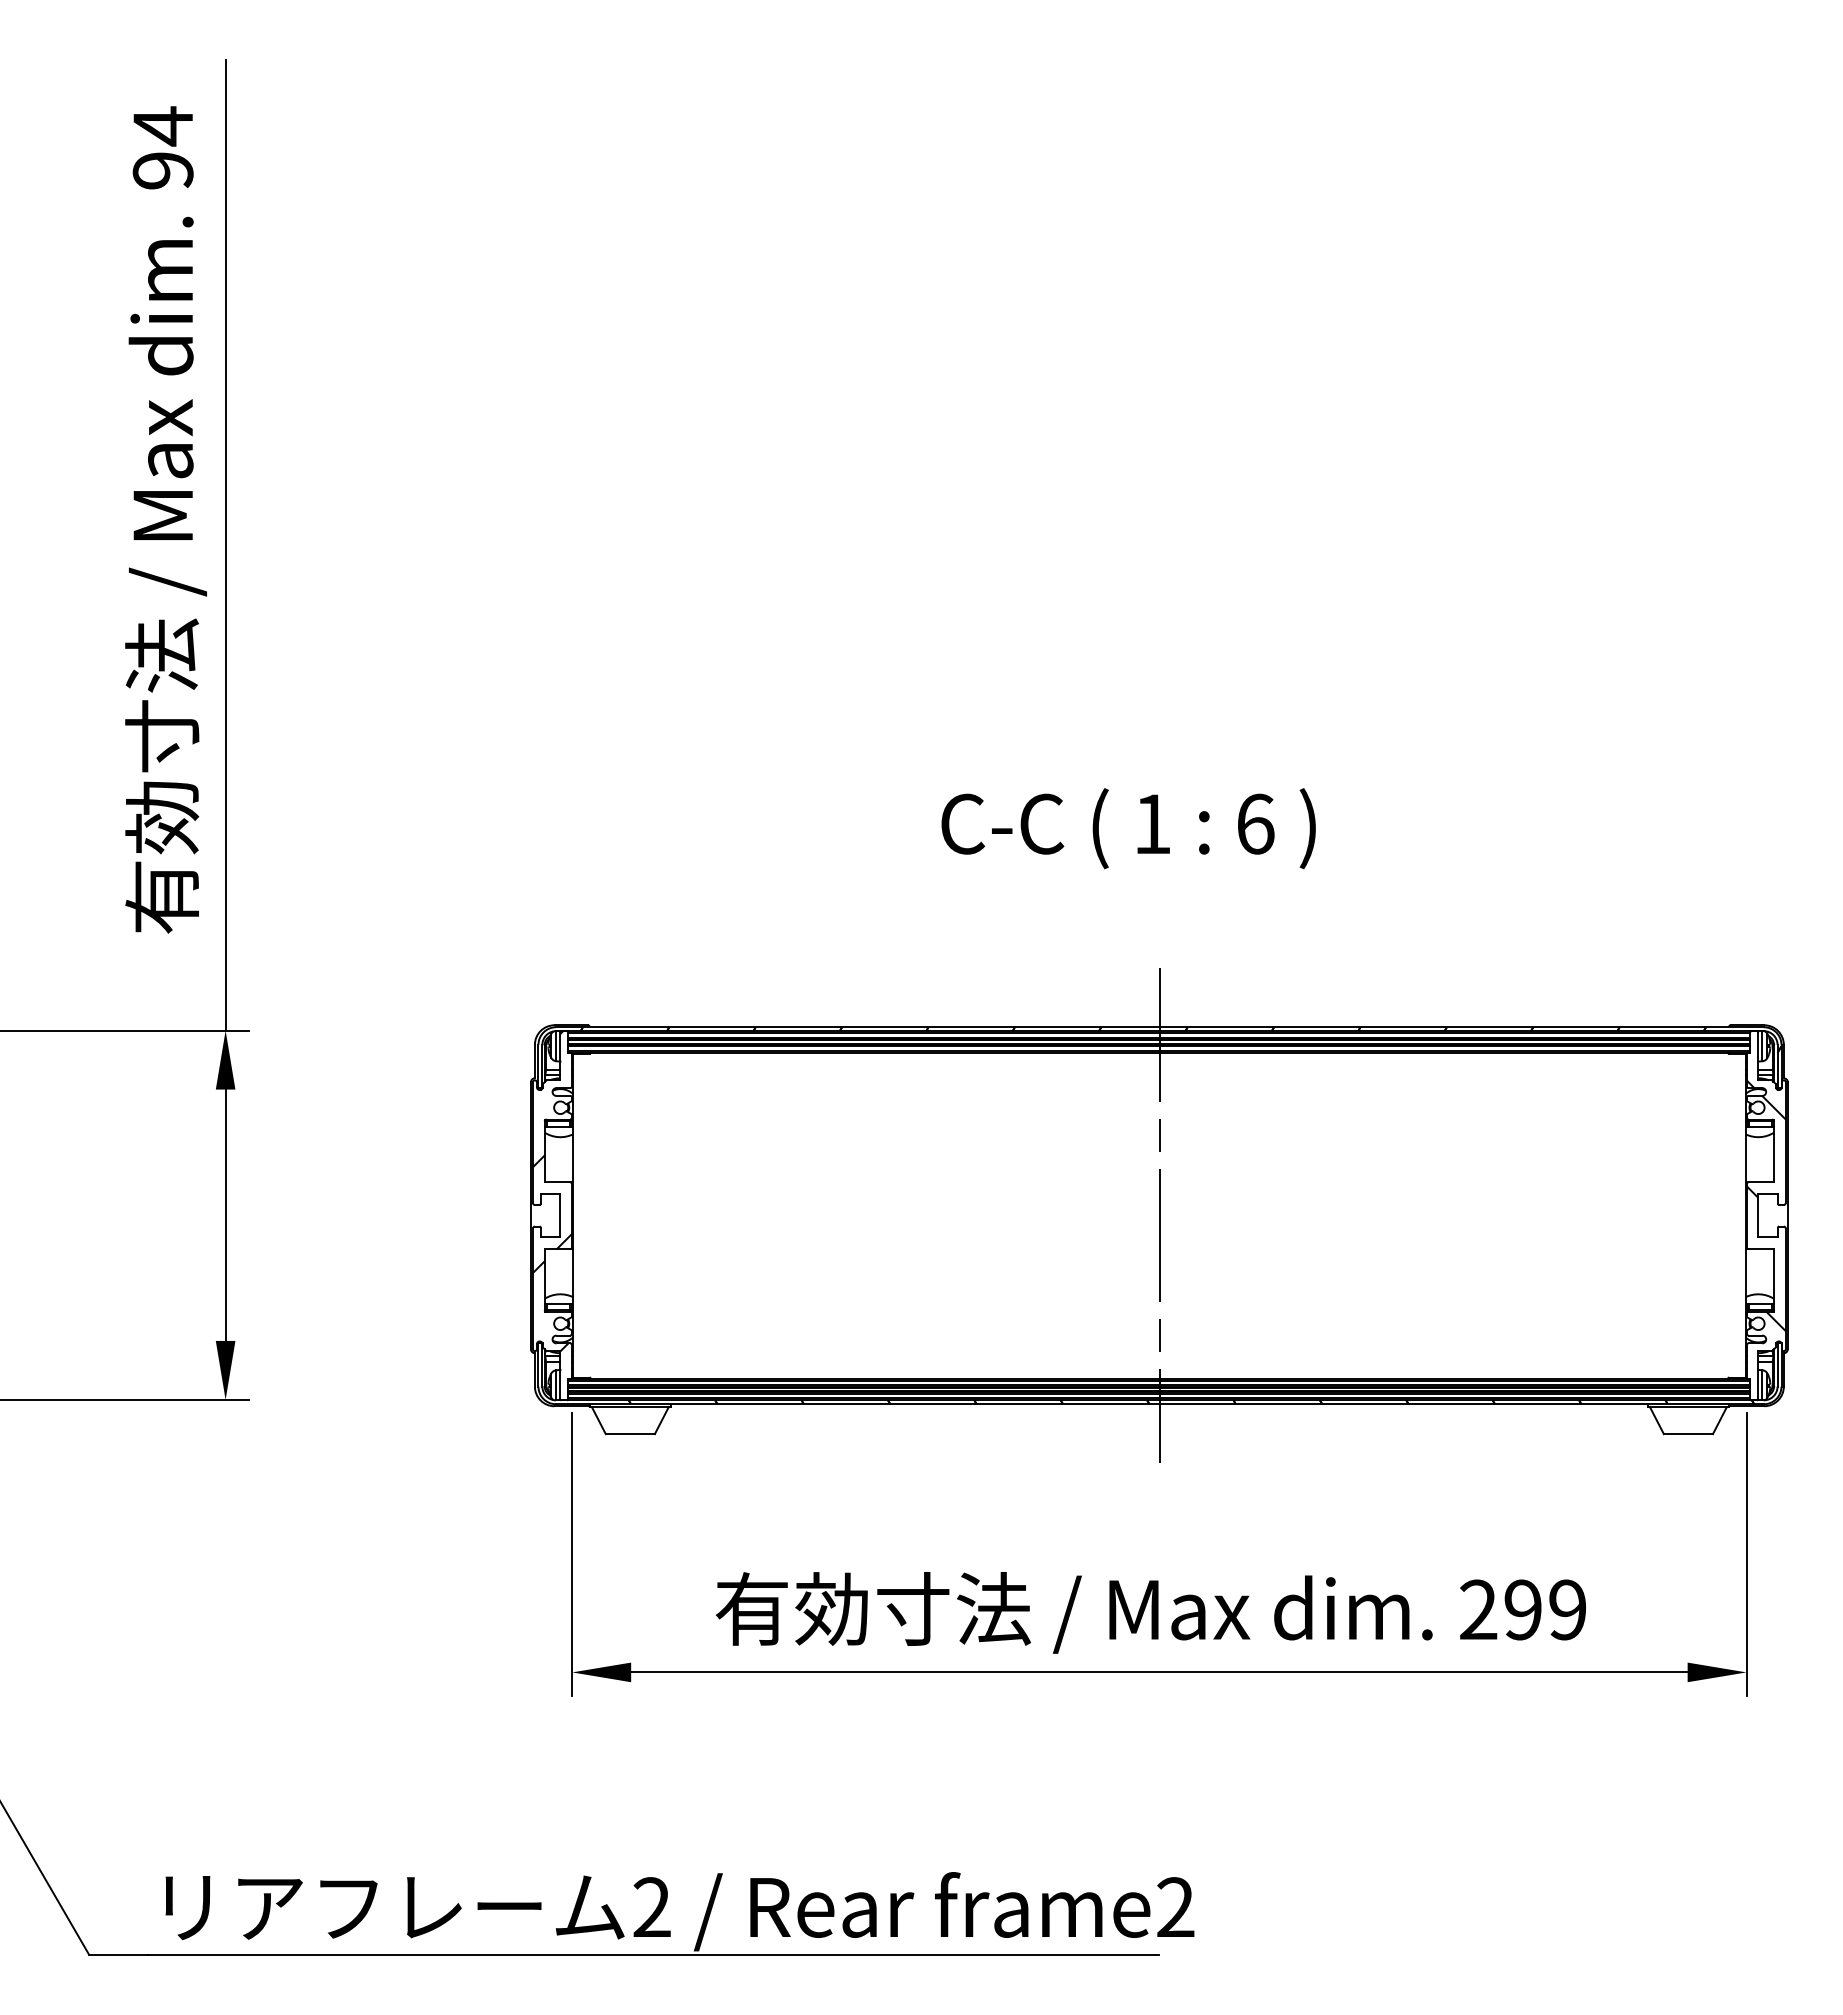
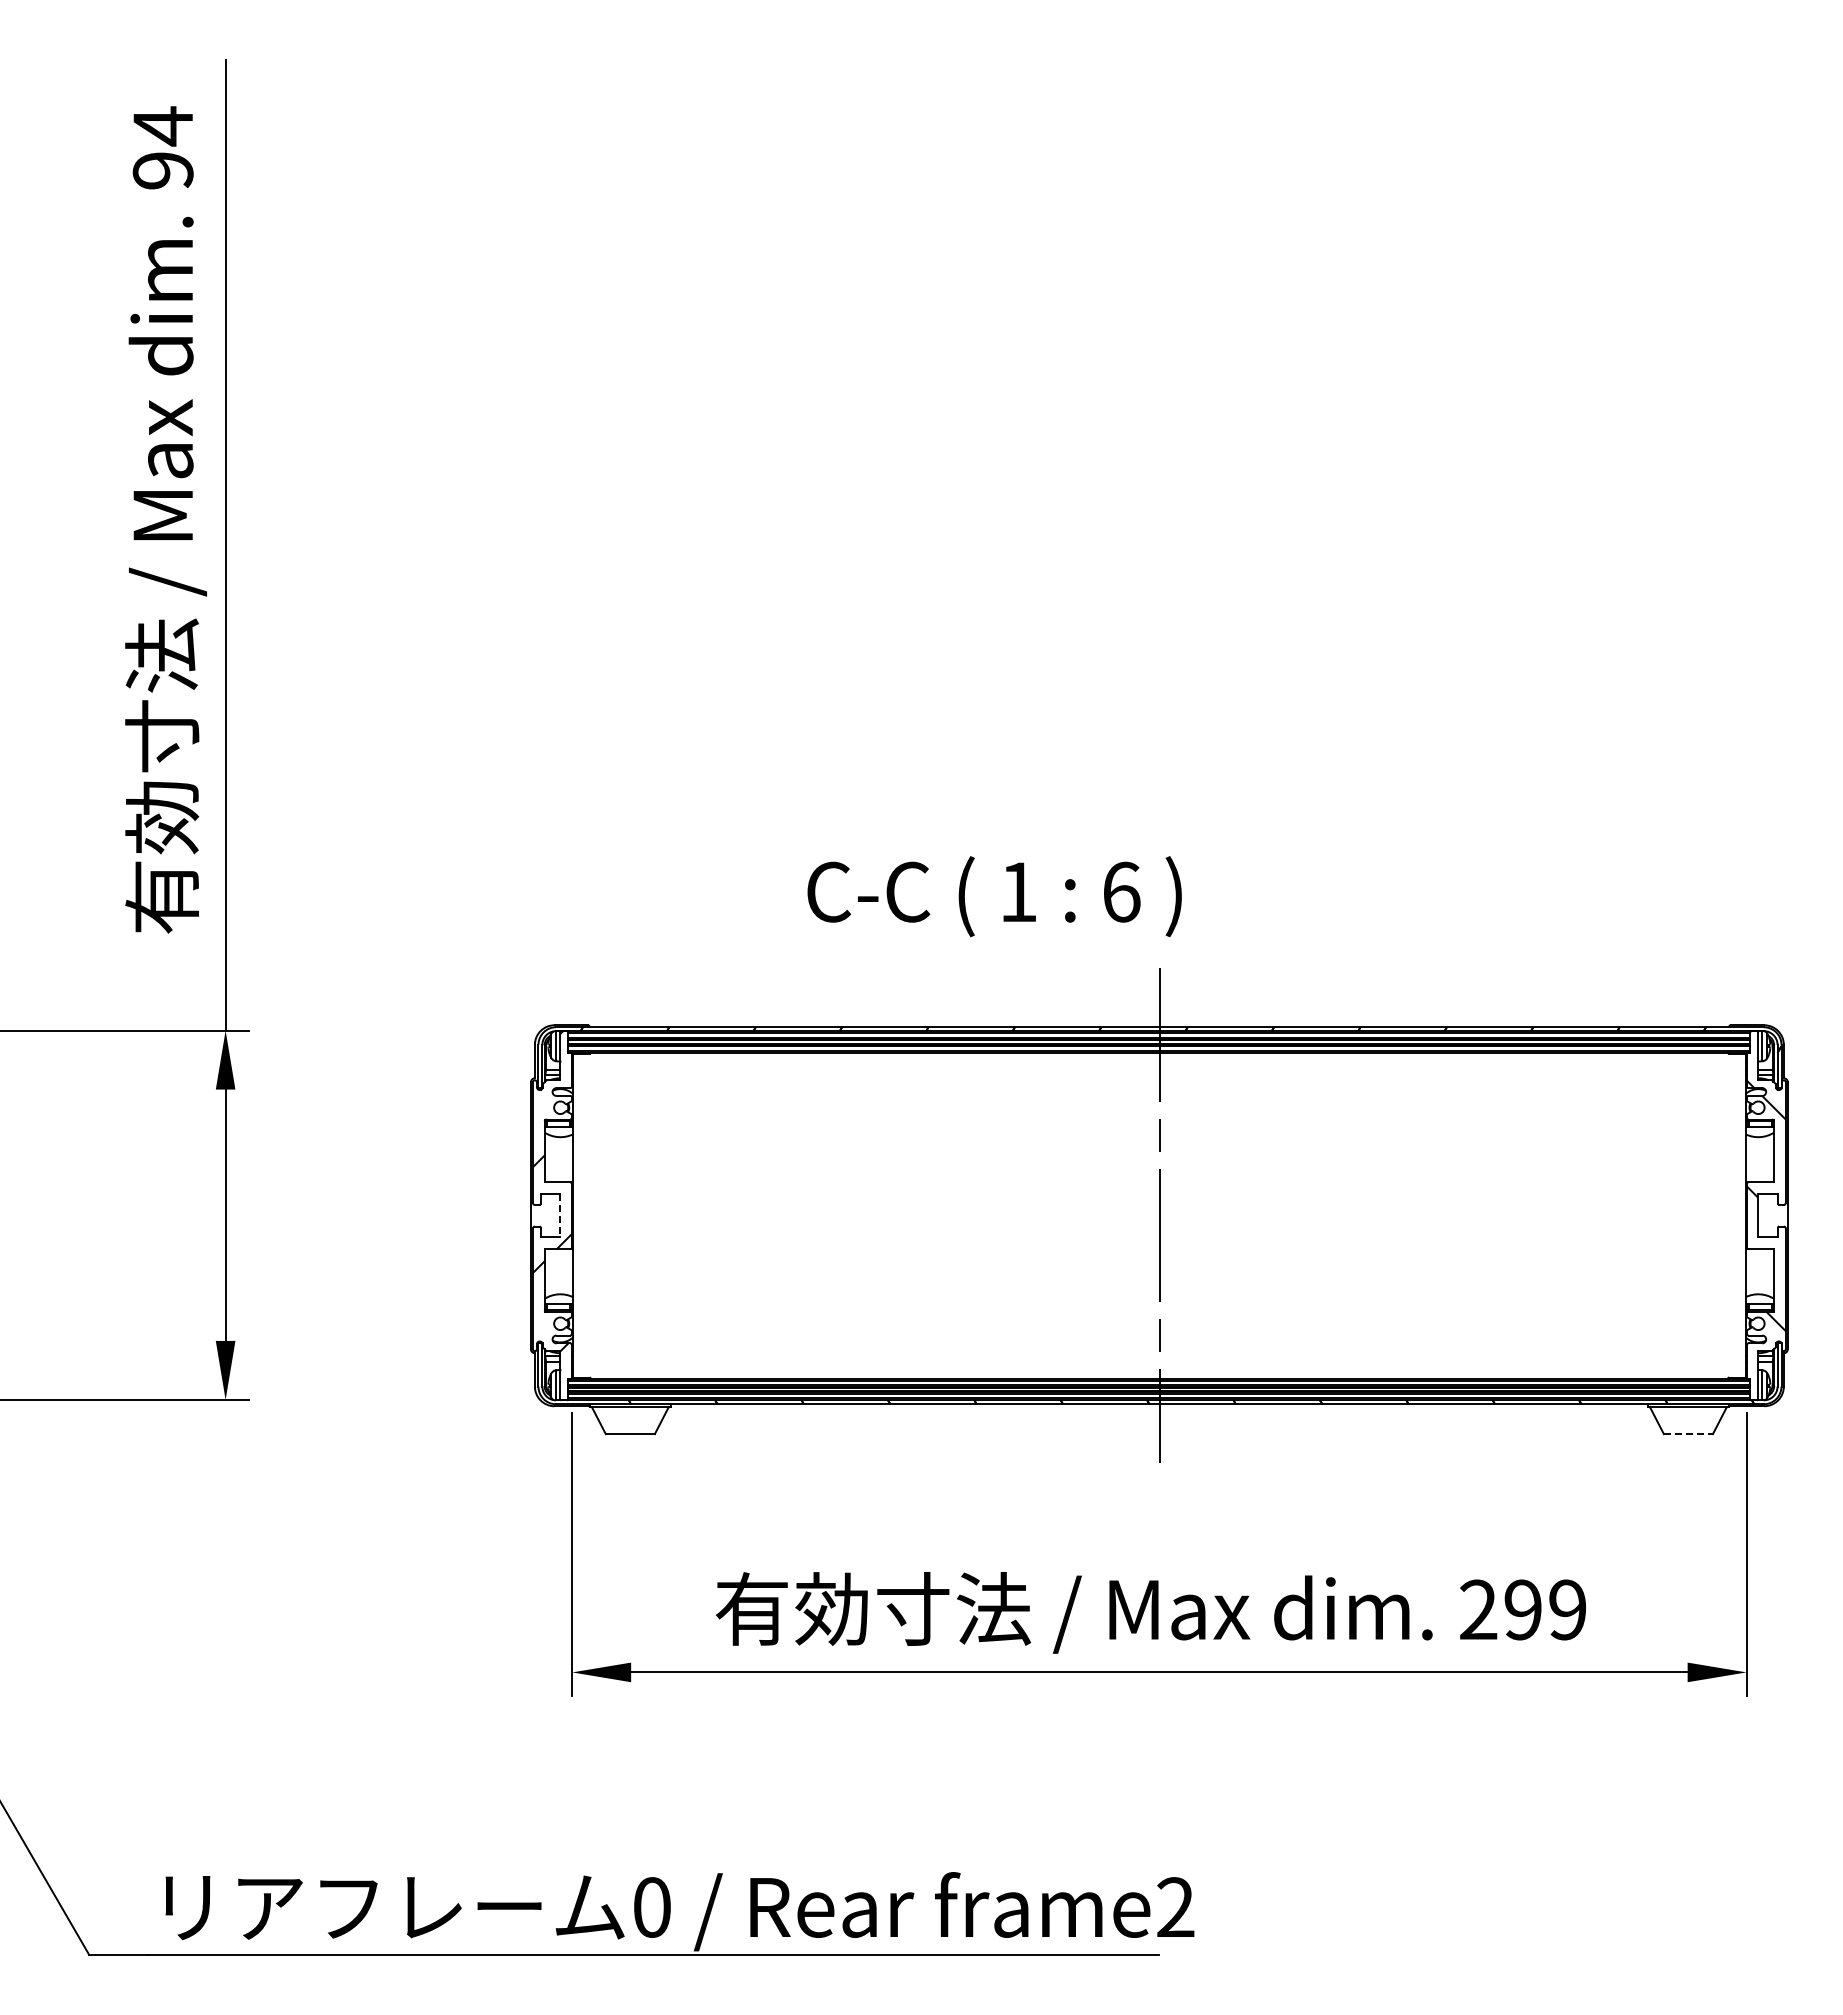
text at (1128, 828) position: (1128, 828) -> (994, 896)
line at (560, 1215): solid -> dashed
line at (1688, 1434): solid -> dashed
text at (651, 1907): 2 -> 0
